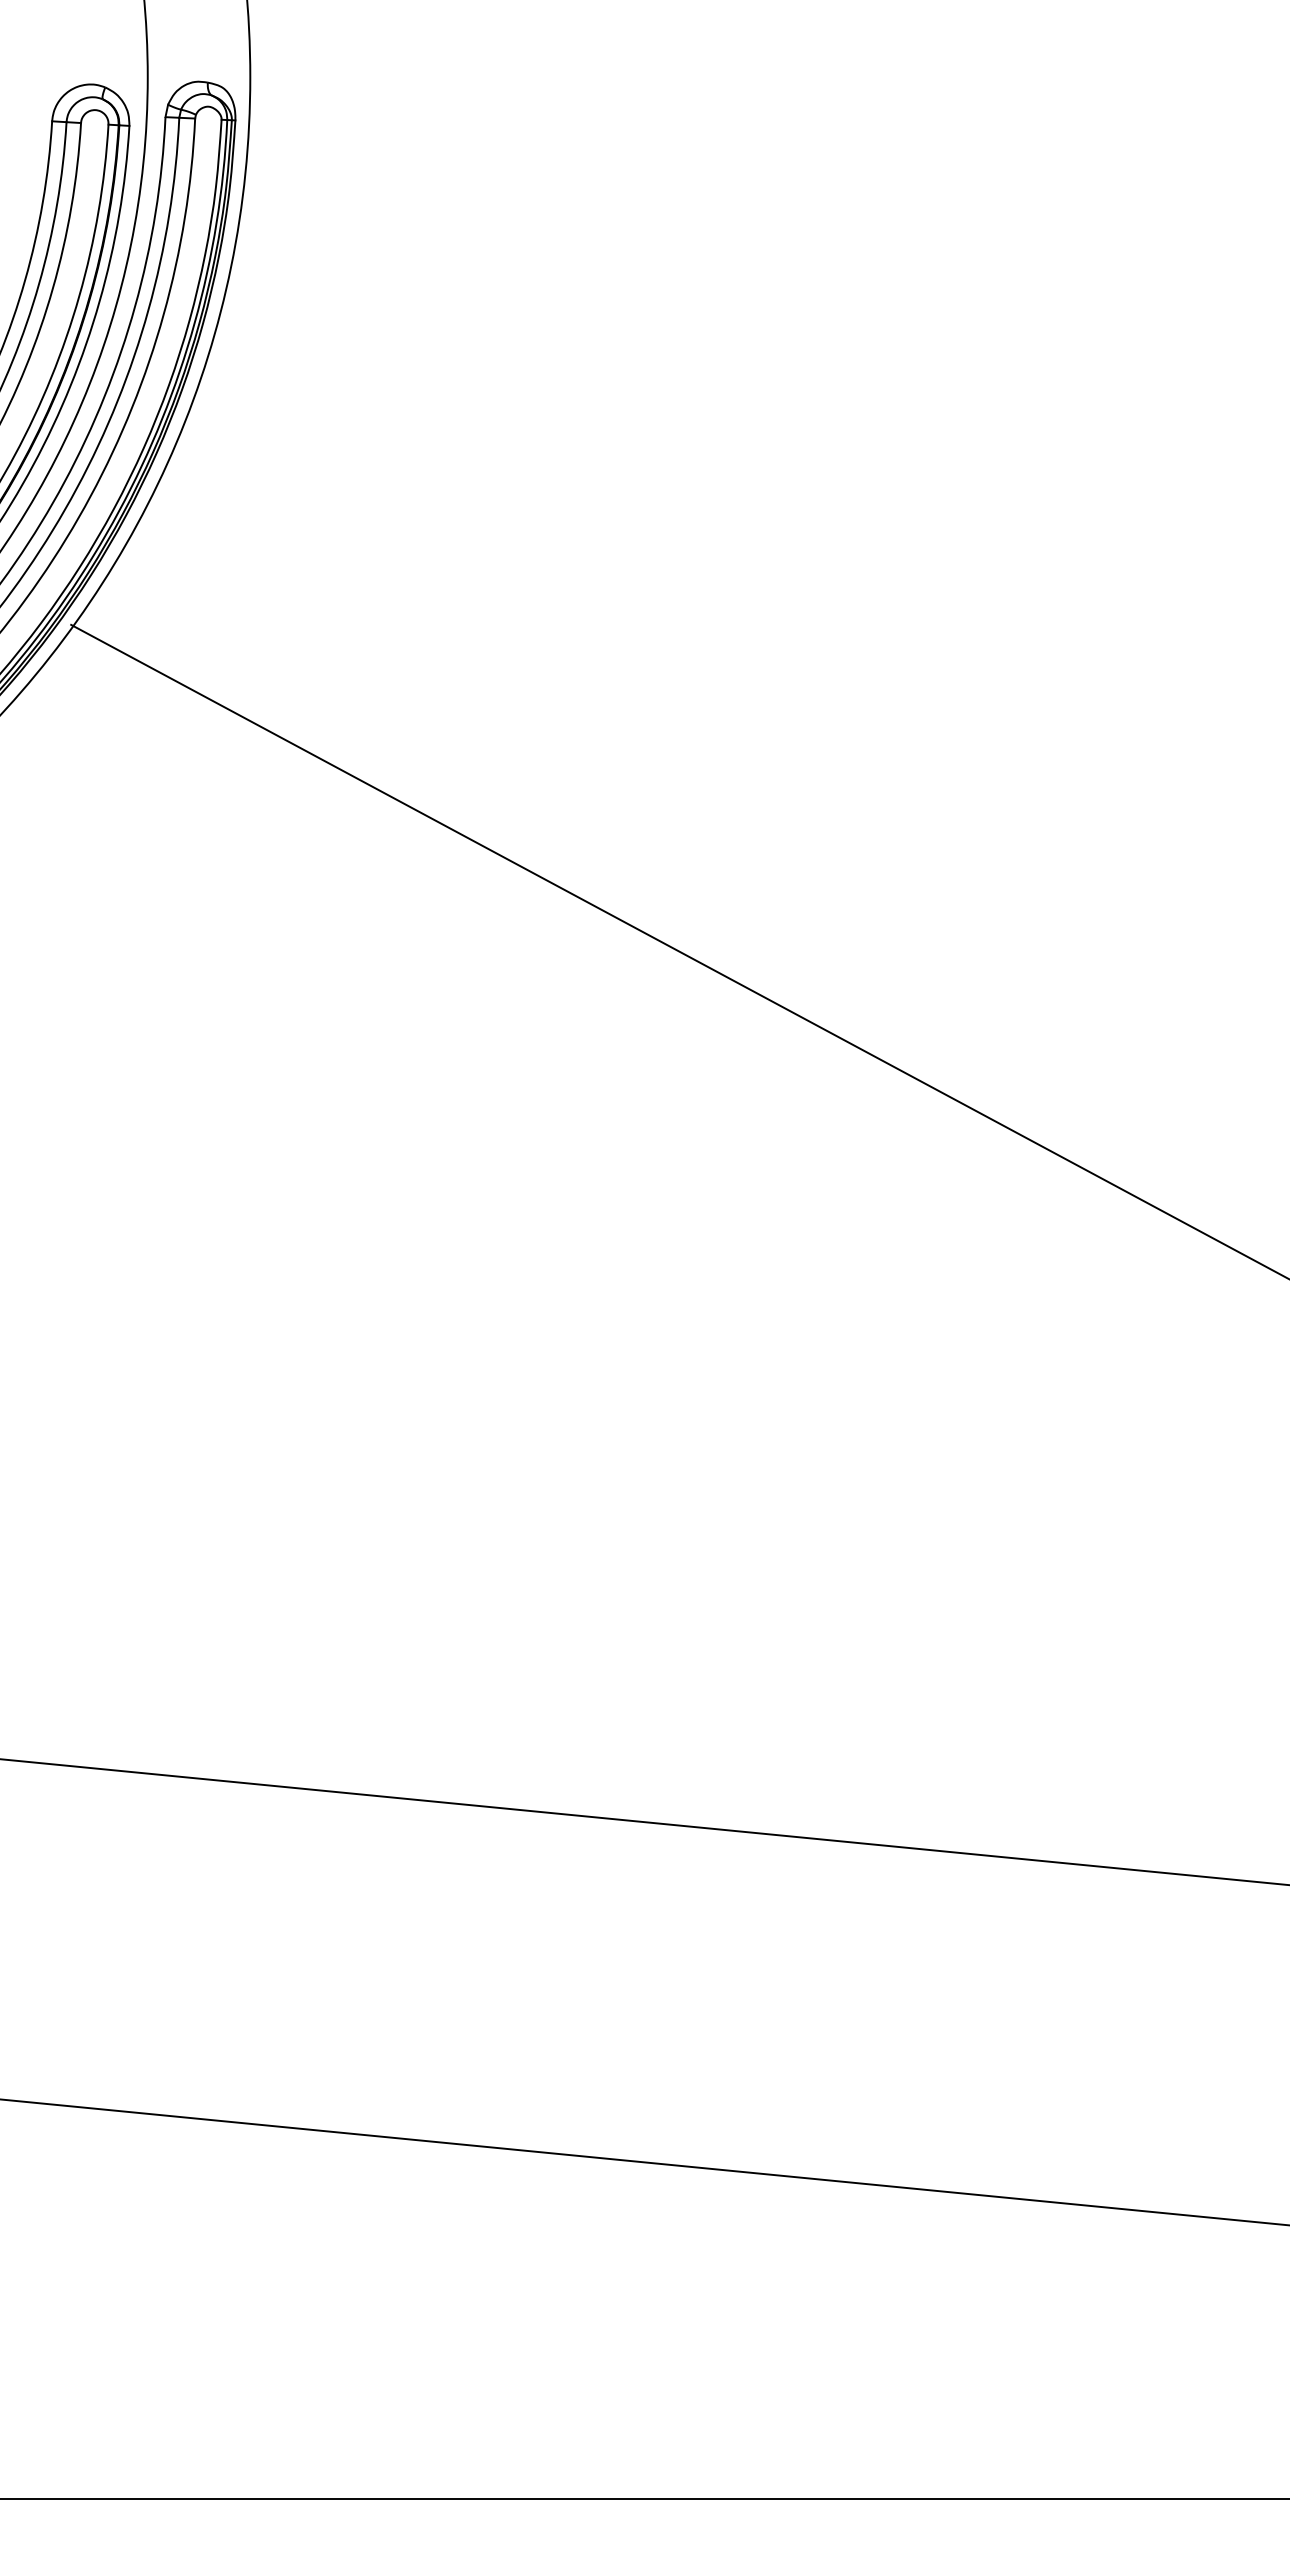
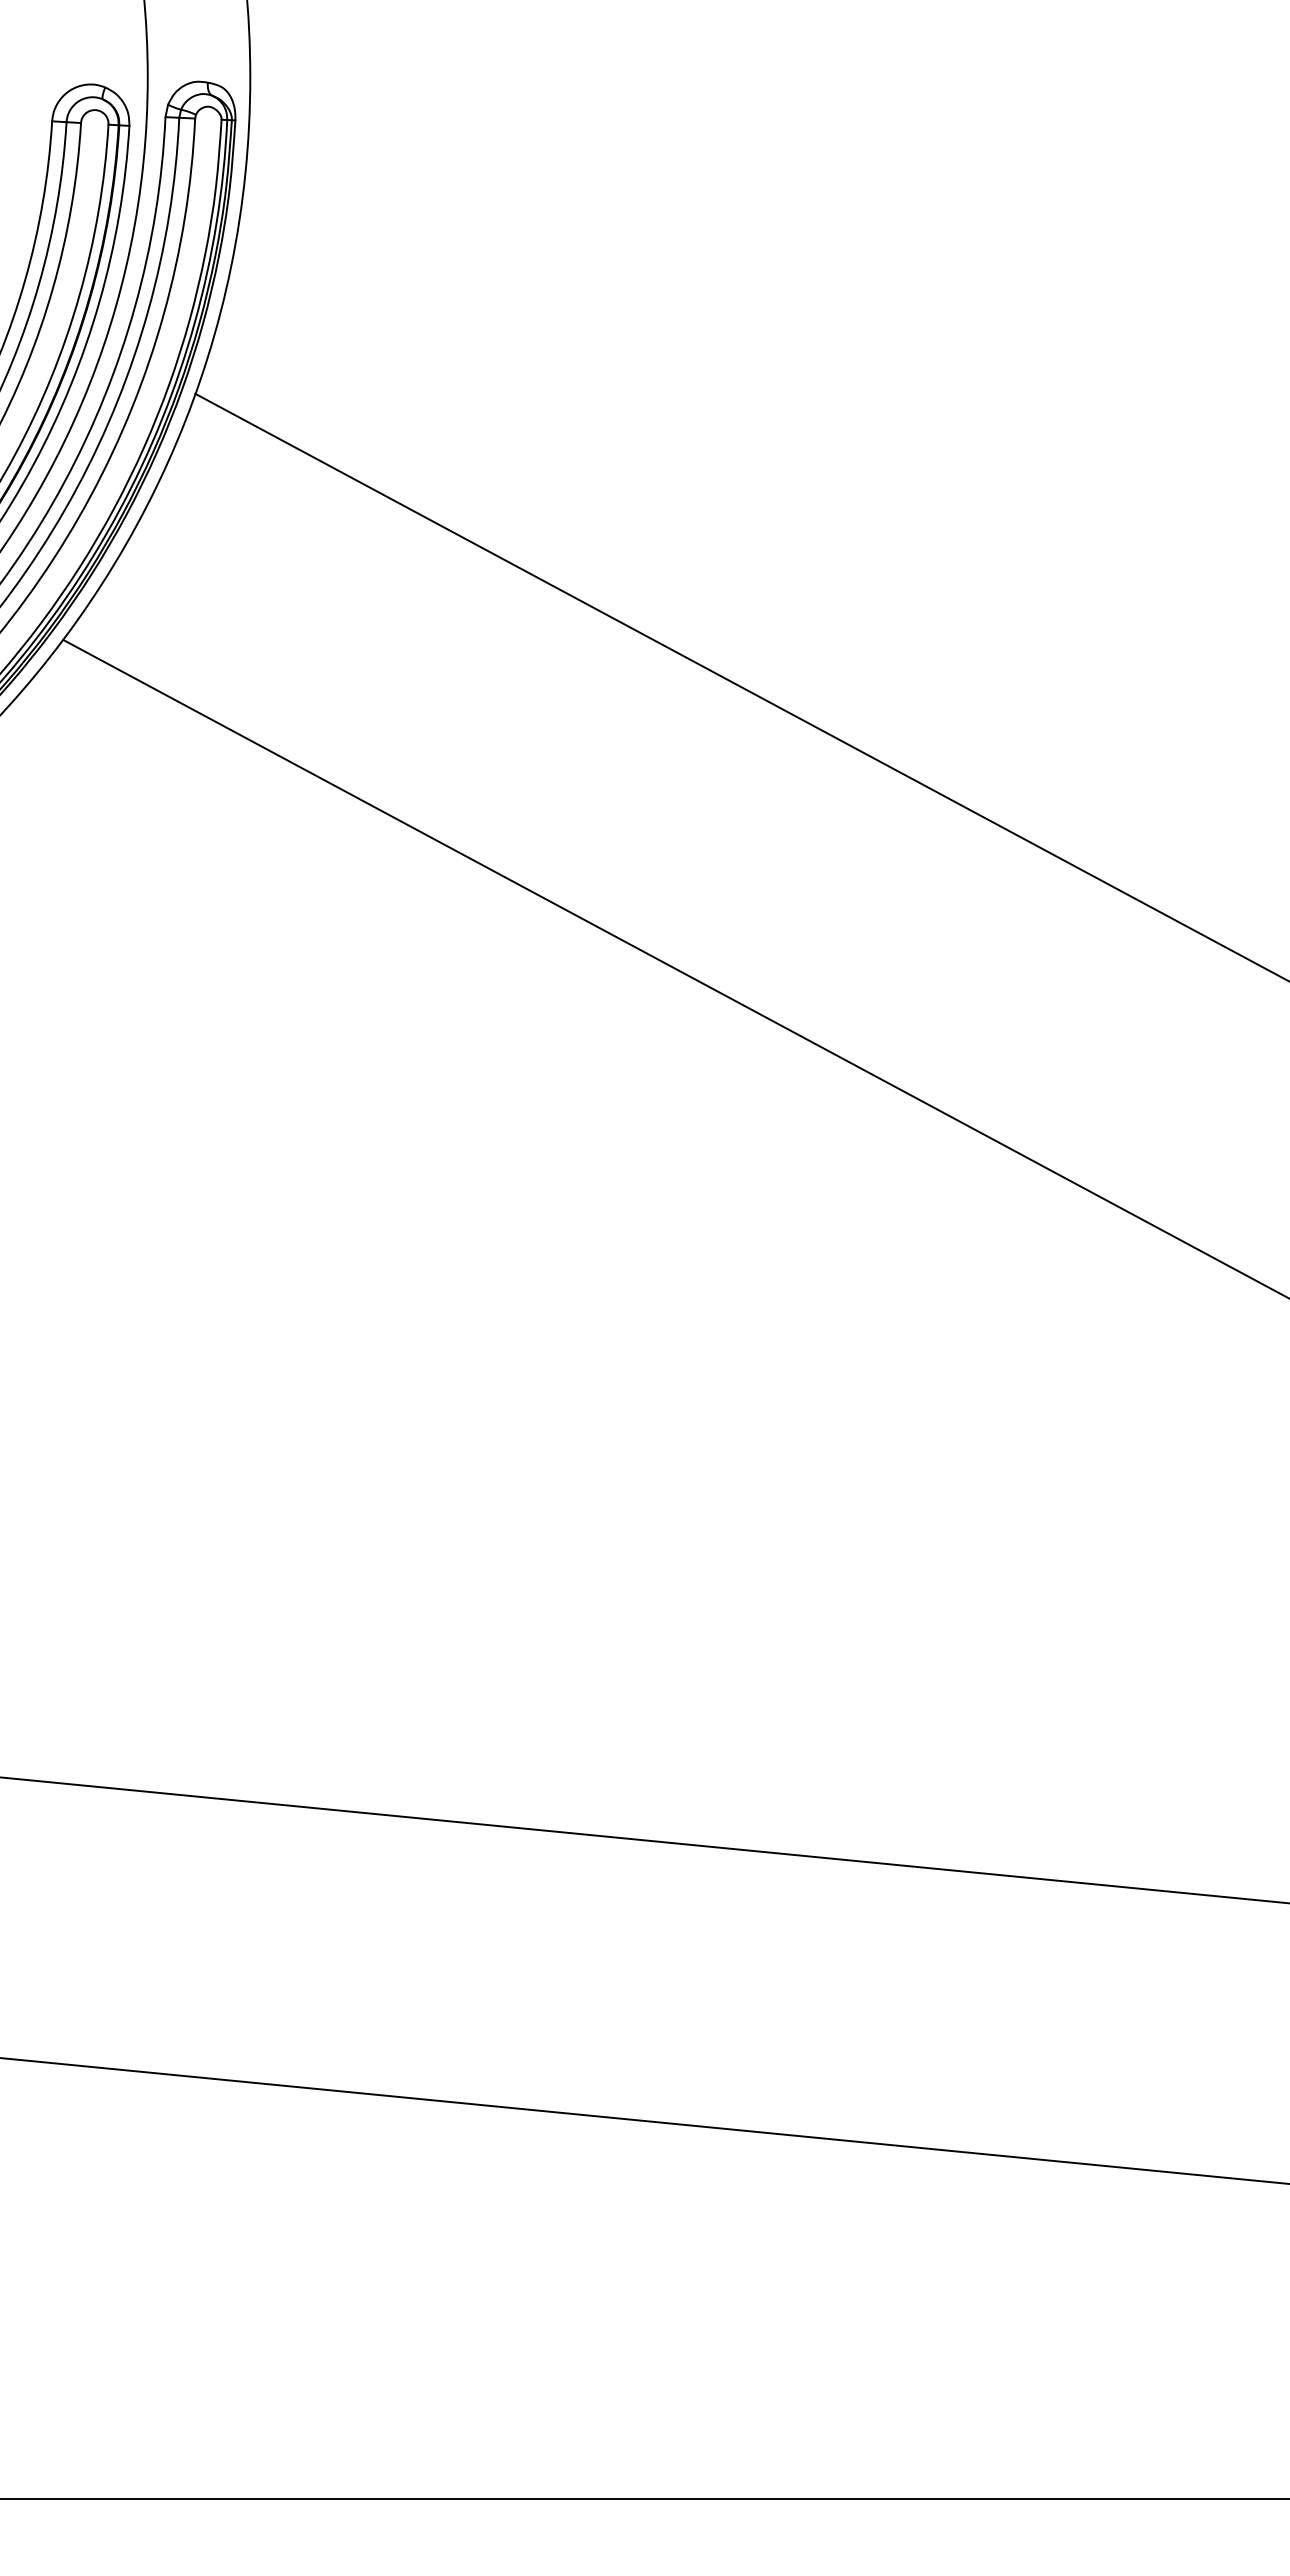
line at (740, 686): none -> present
line at (678, 951) position: (678, 951) -> (674, 968)
line at (644, 1821) position: (644, 1821) -> (644, 1840)
line at (644, 2162) position: (644, 2162) -> (644, 2120)
